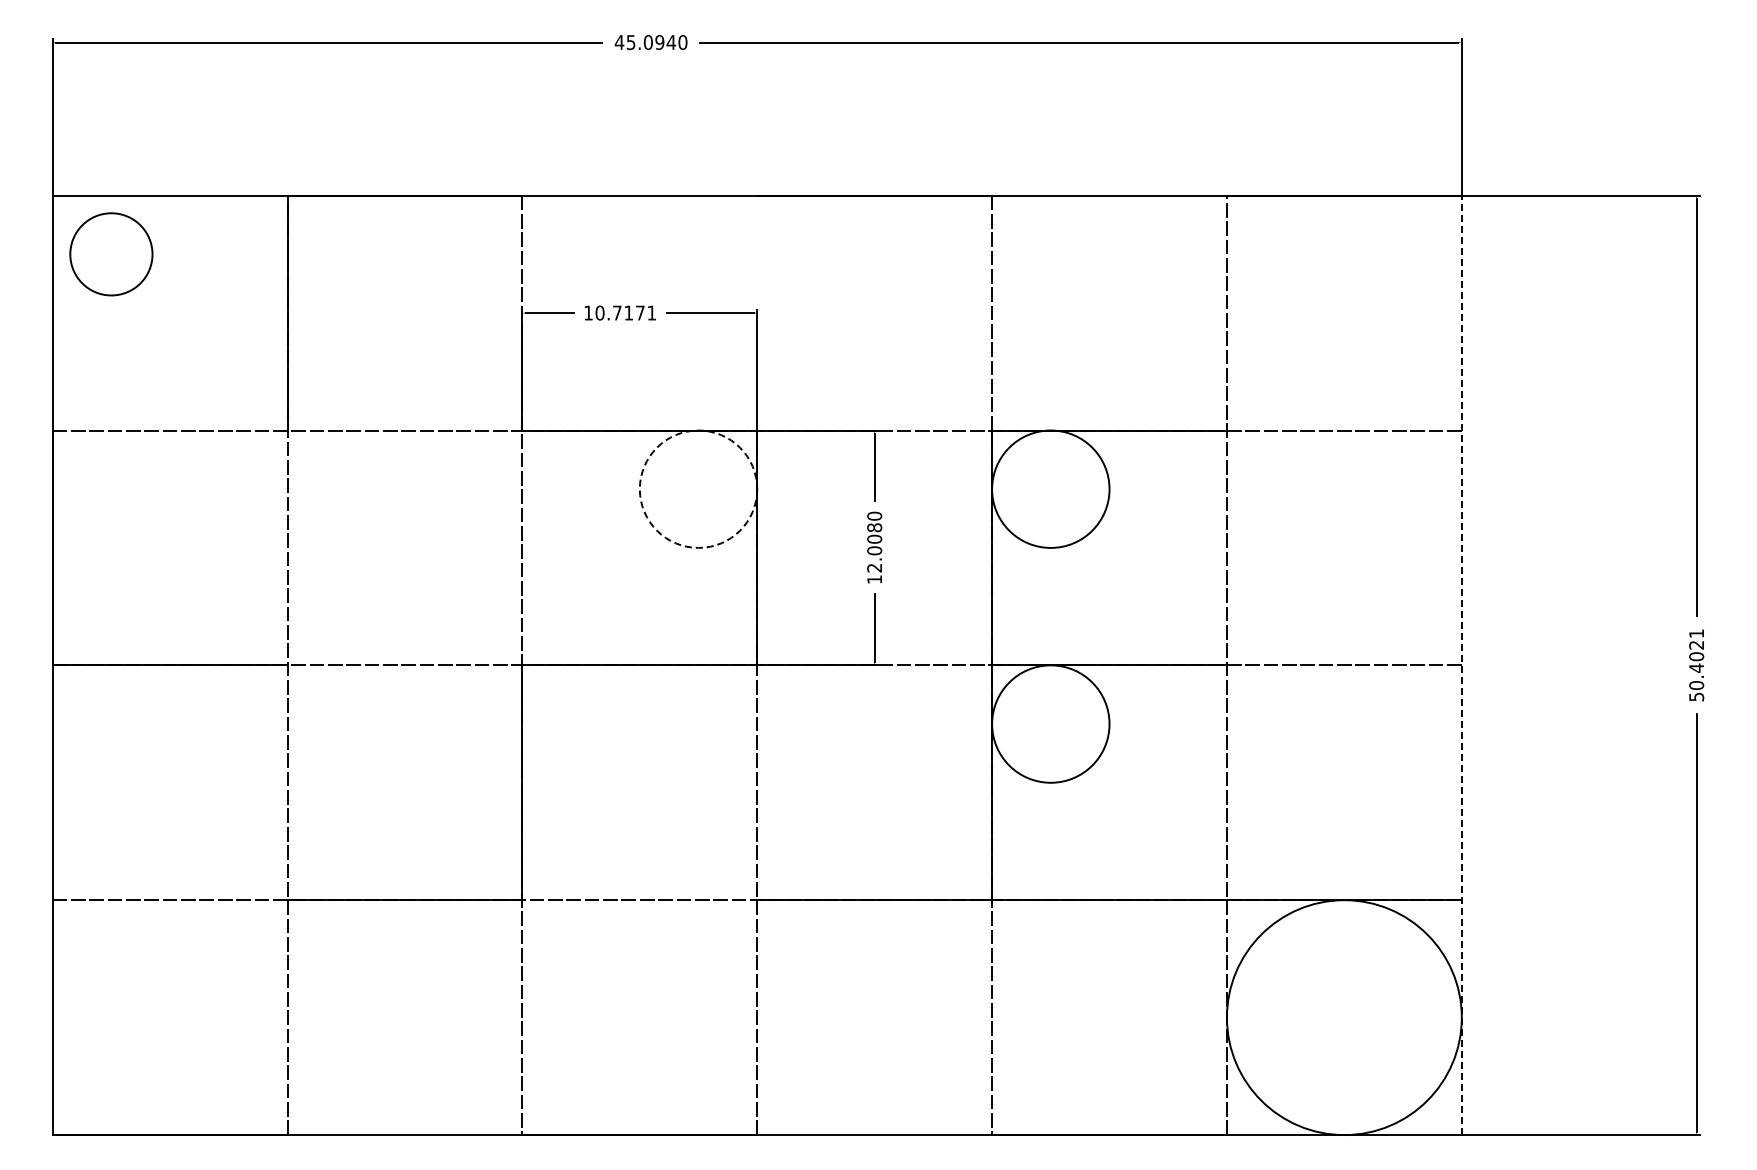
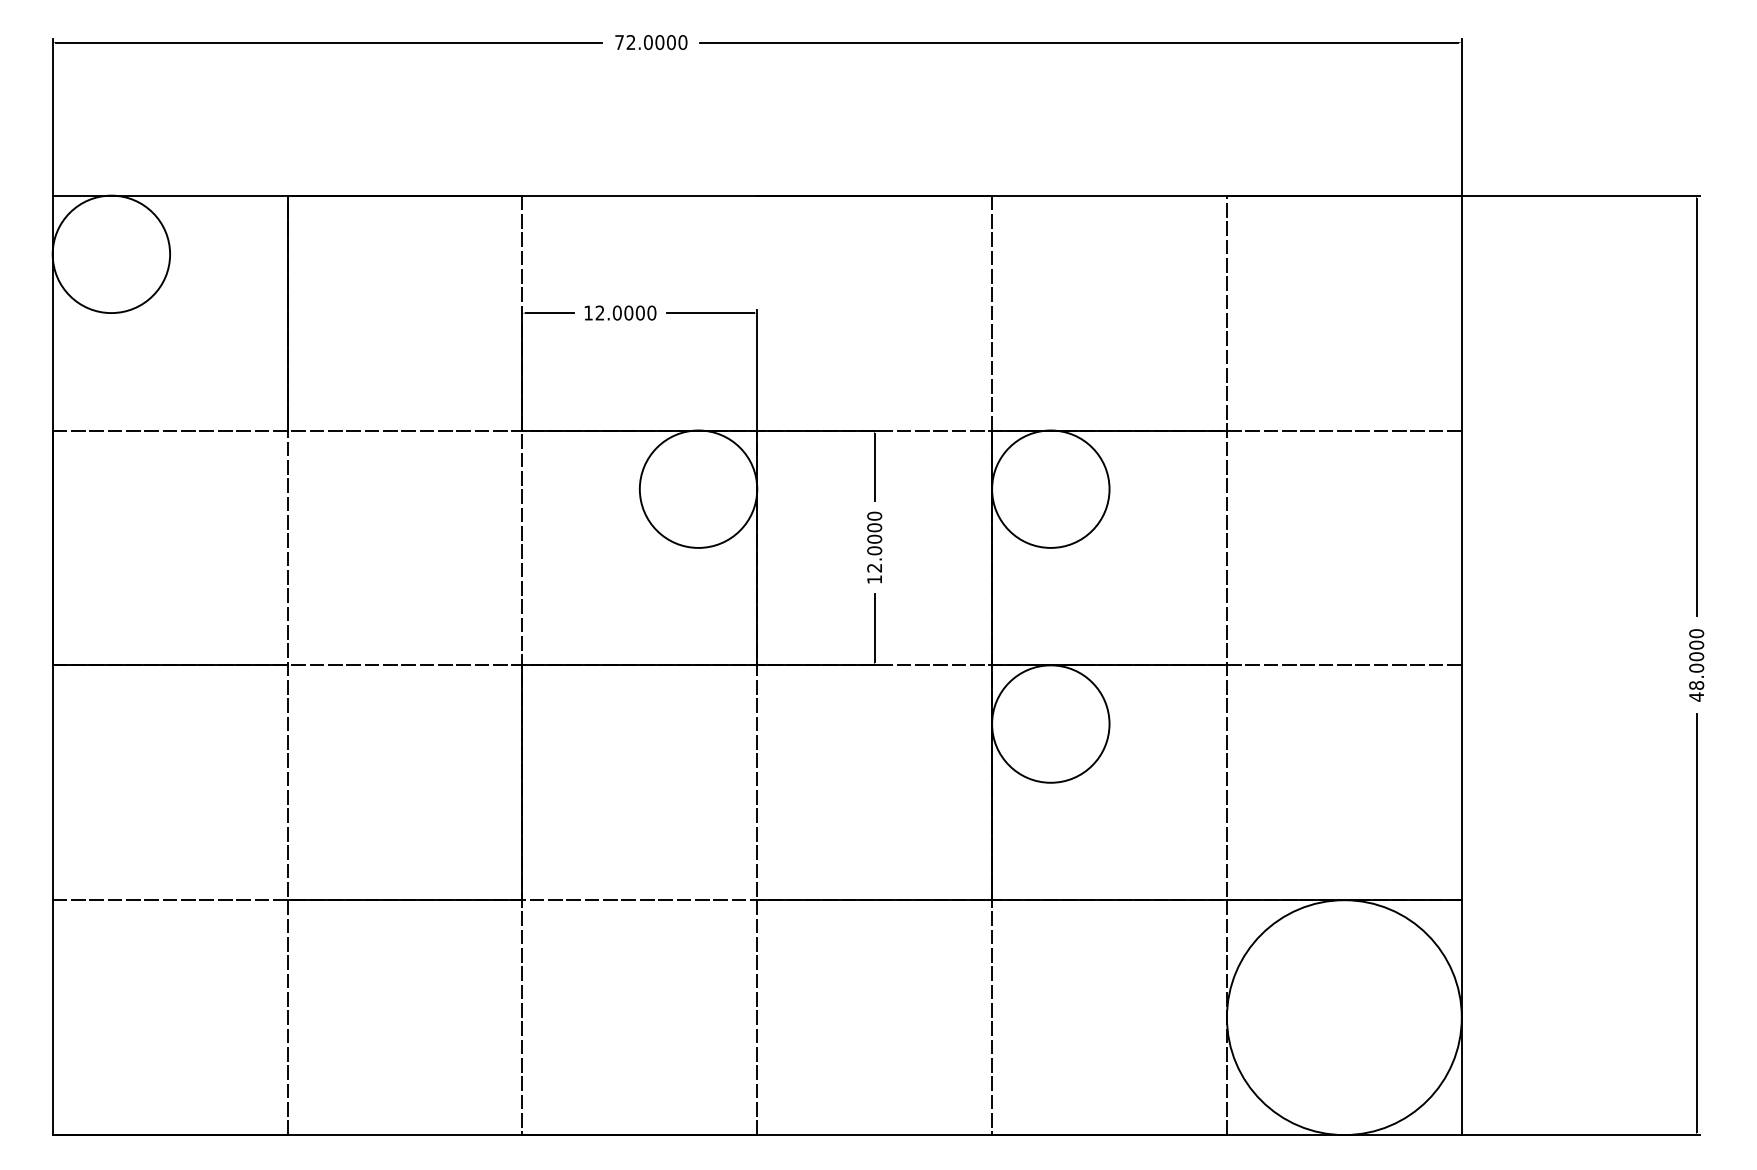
text at (645, 42): 45.0940 -> 72.0000
circle at (111, 254) diameter: 82 px -> 117 px
text at (625, 312): 10.7171 -> 12.0000
circle at (698, 488): dashed -> solid
text at (874, 527): 12.0080 -> 12.0000
line at (1461, 665): dashed -> solid
text at (1696, 665): 50.4021 -> 48.0000
